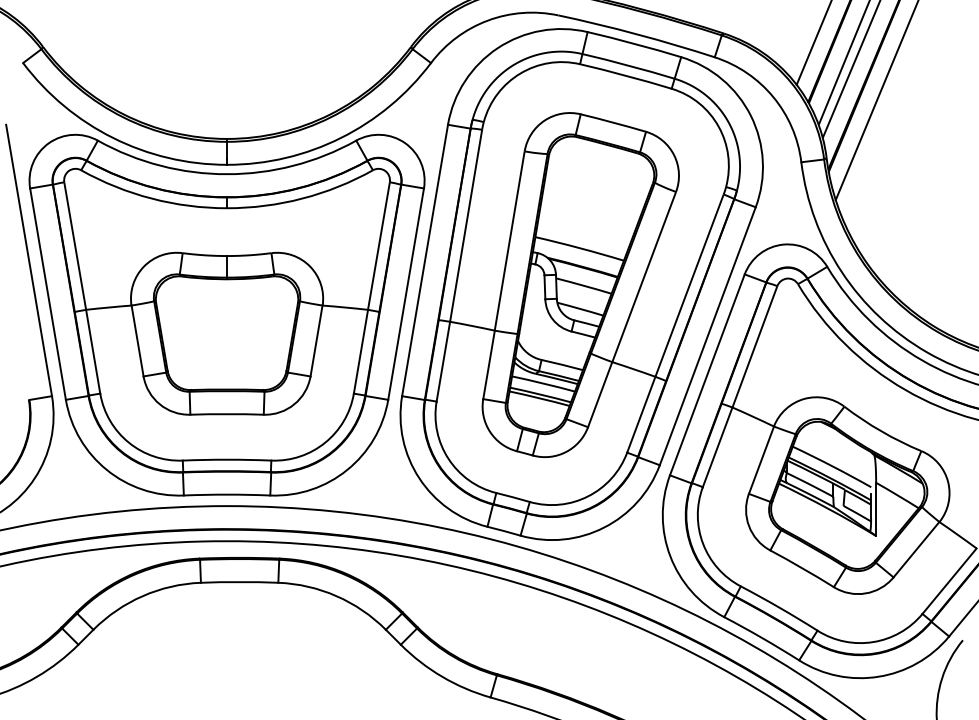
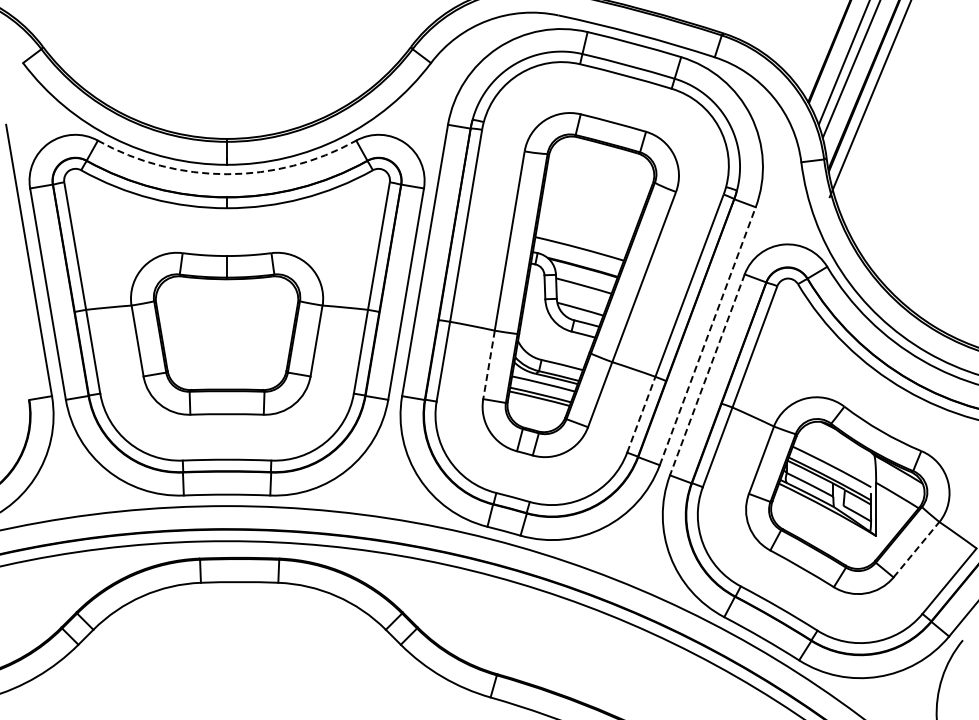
line at (813, 43): present -> none
line at (876, 101) position: (876, 101) -> (869, 99)
arc at (227, 174): solid -> dashed
line at (707, 336): solid -> dashed
line at (489, 364): solid -> dashed
line at (707, 375): solid -> dashed
line at (641, 414): solid -> dashed
line at (916, 549): solid -> dashed
